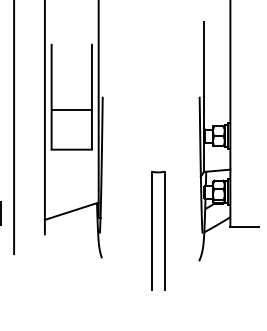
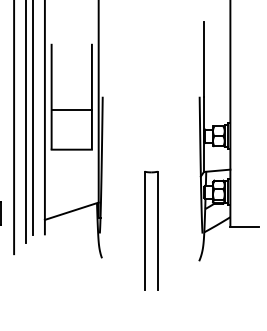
line at (33, 118): none -> present
line at (25, 122): none -> present
part at (158, 230) position: (158, 230) -> (151, 230)
